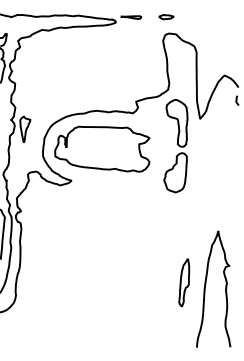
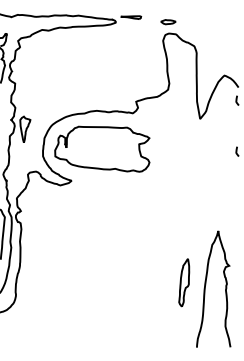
part at (166, 17) position: (166, 17) -> (168, 22)
part at (175, 146): present -> none
curve at (237, 151): none -> present
